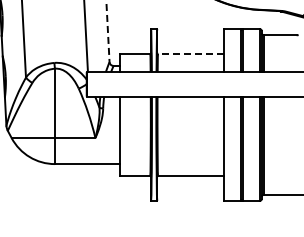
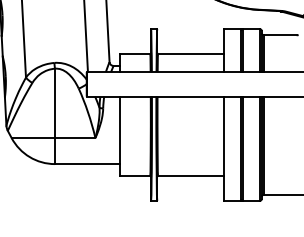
line at (107, 31): dashed -> solid
line at (190, 53): dashed -> solid
